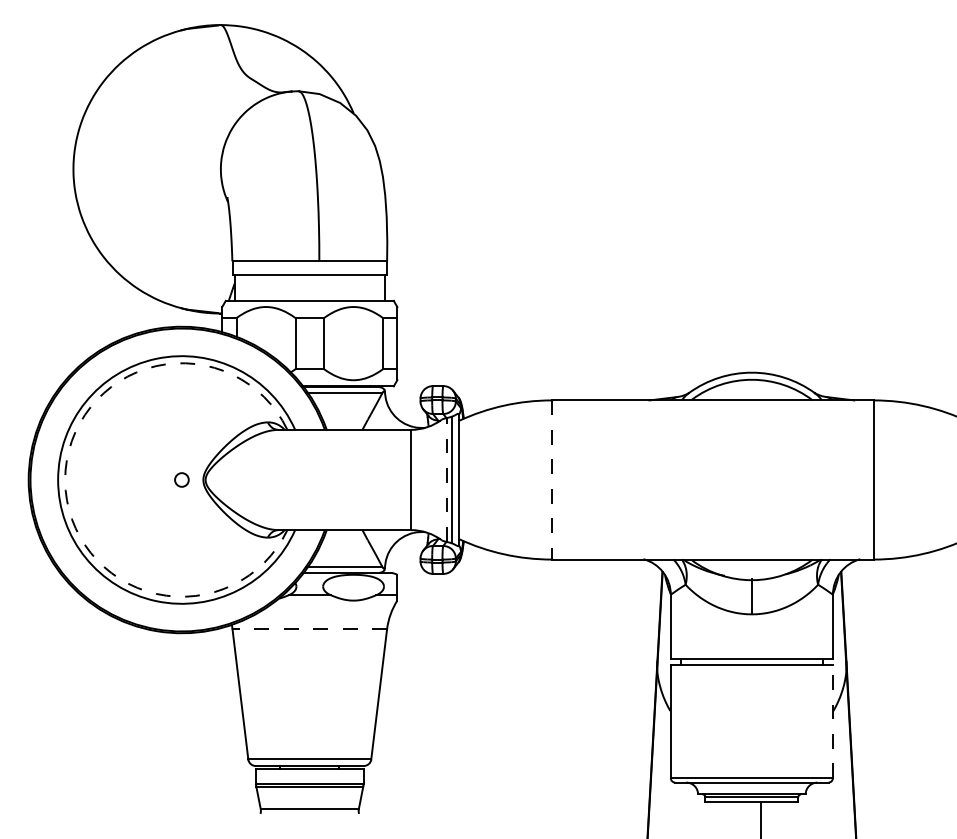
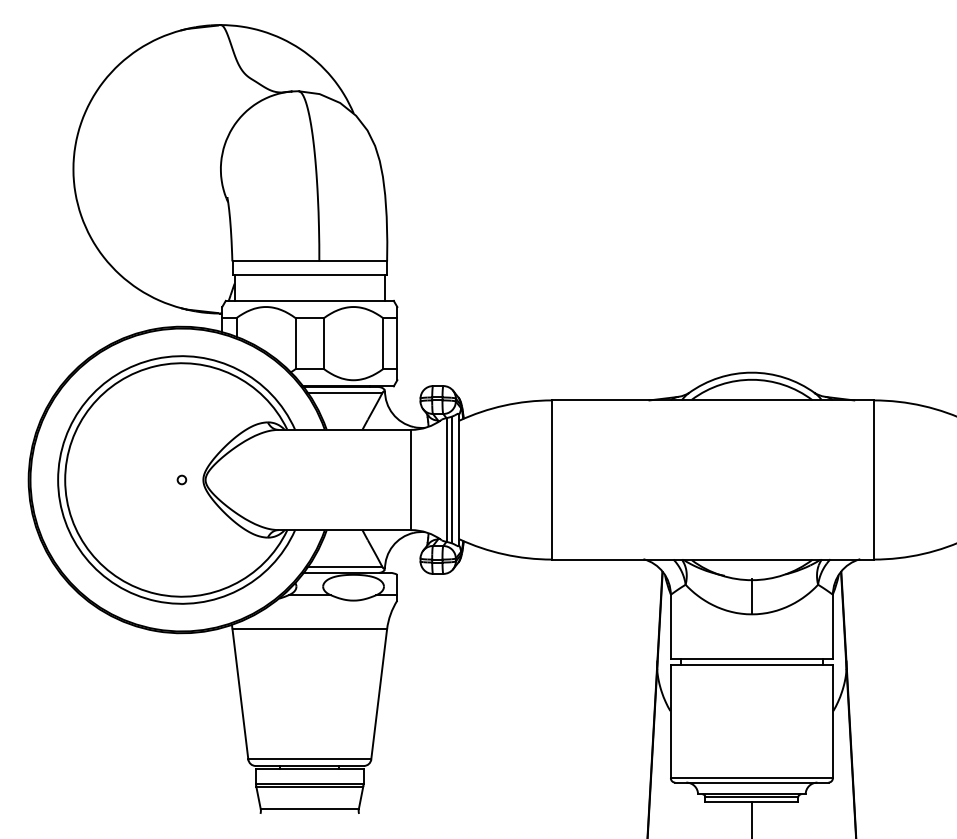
circle at (181, 479) size: 16x16 px -> 12x12 px
arc at (65, 480): dashed -> solid
line at (446, 480): dashed -> solid
line at (551, 480): dashed -> solid
line at (309, 629): dashed -> solid
line at (832, 721): dashed -> solid
line at (760, 818) position: (760, 818) -> (751, 818)
